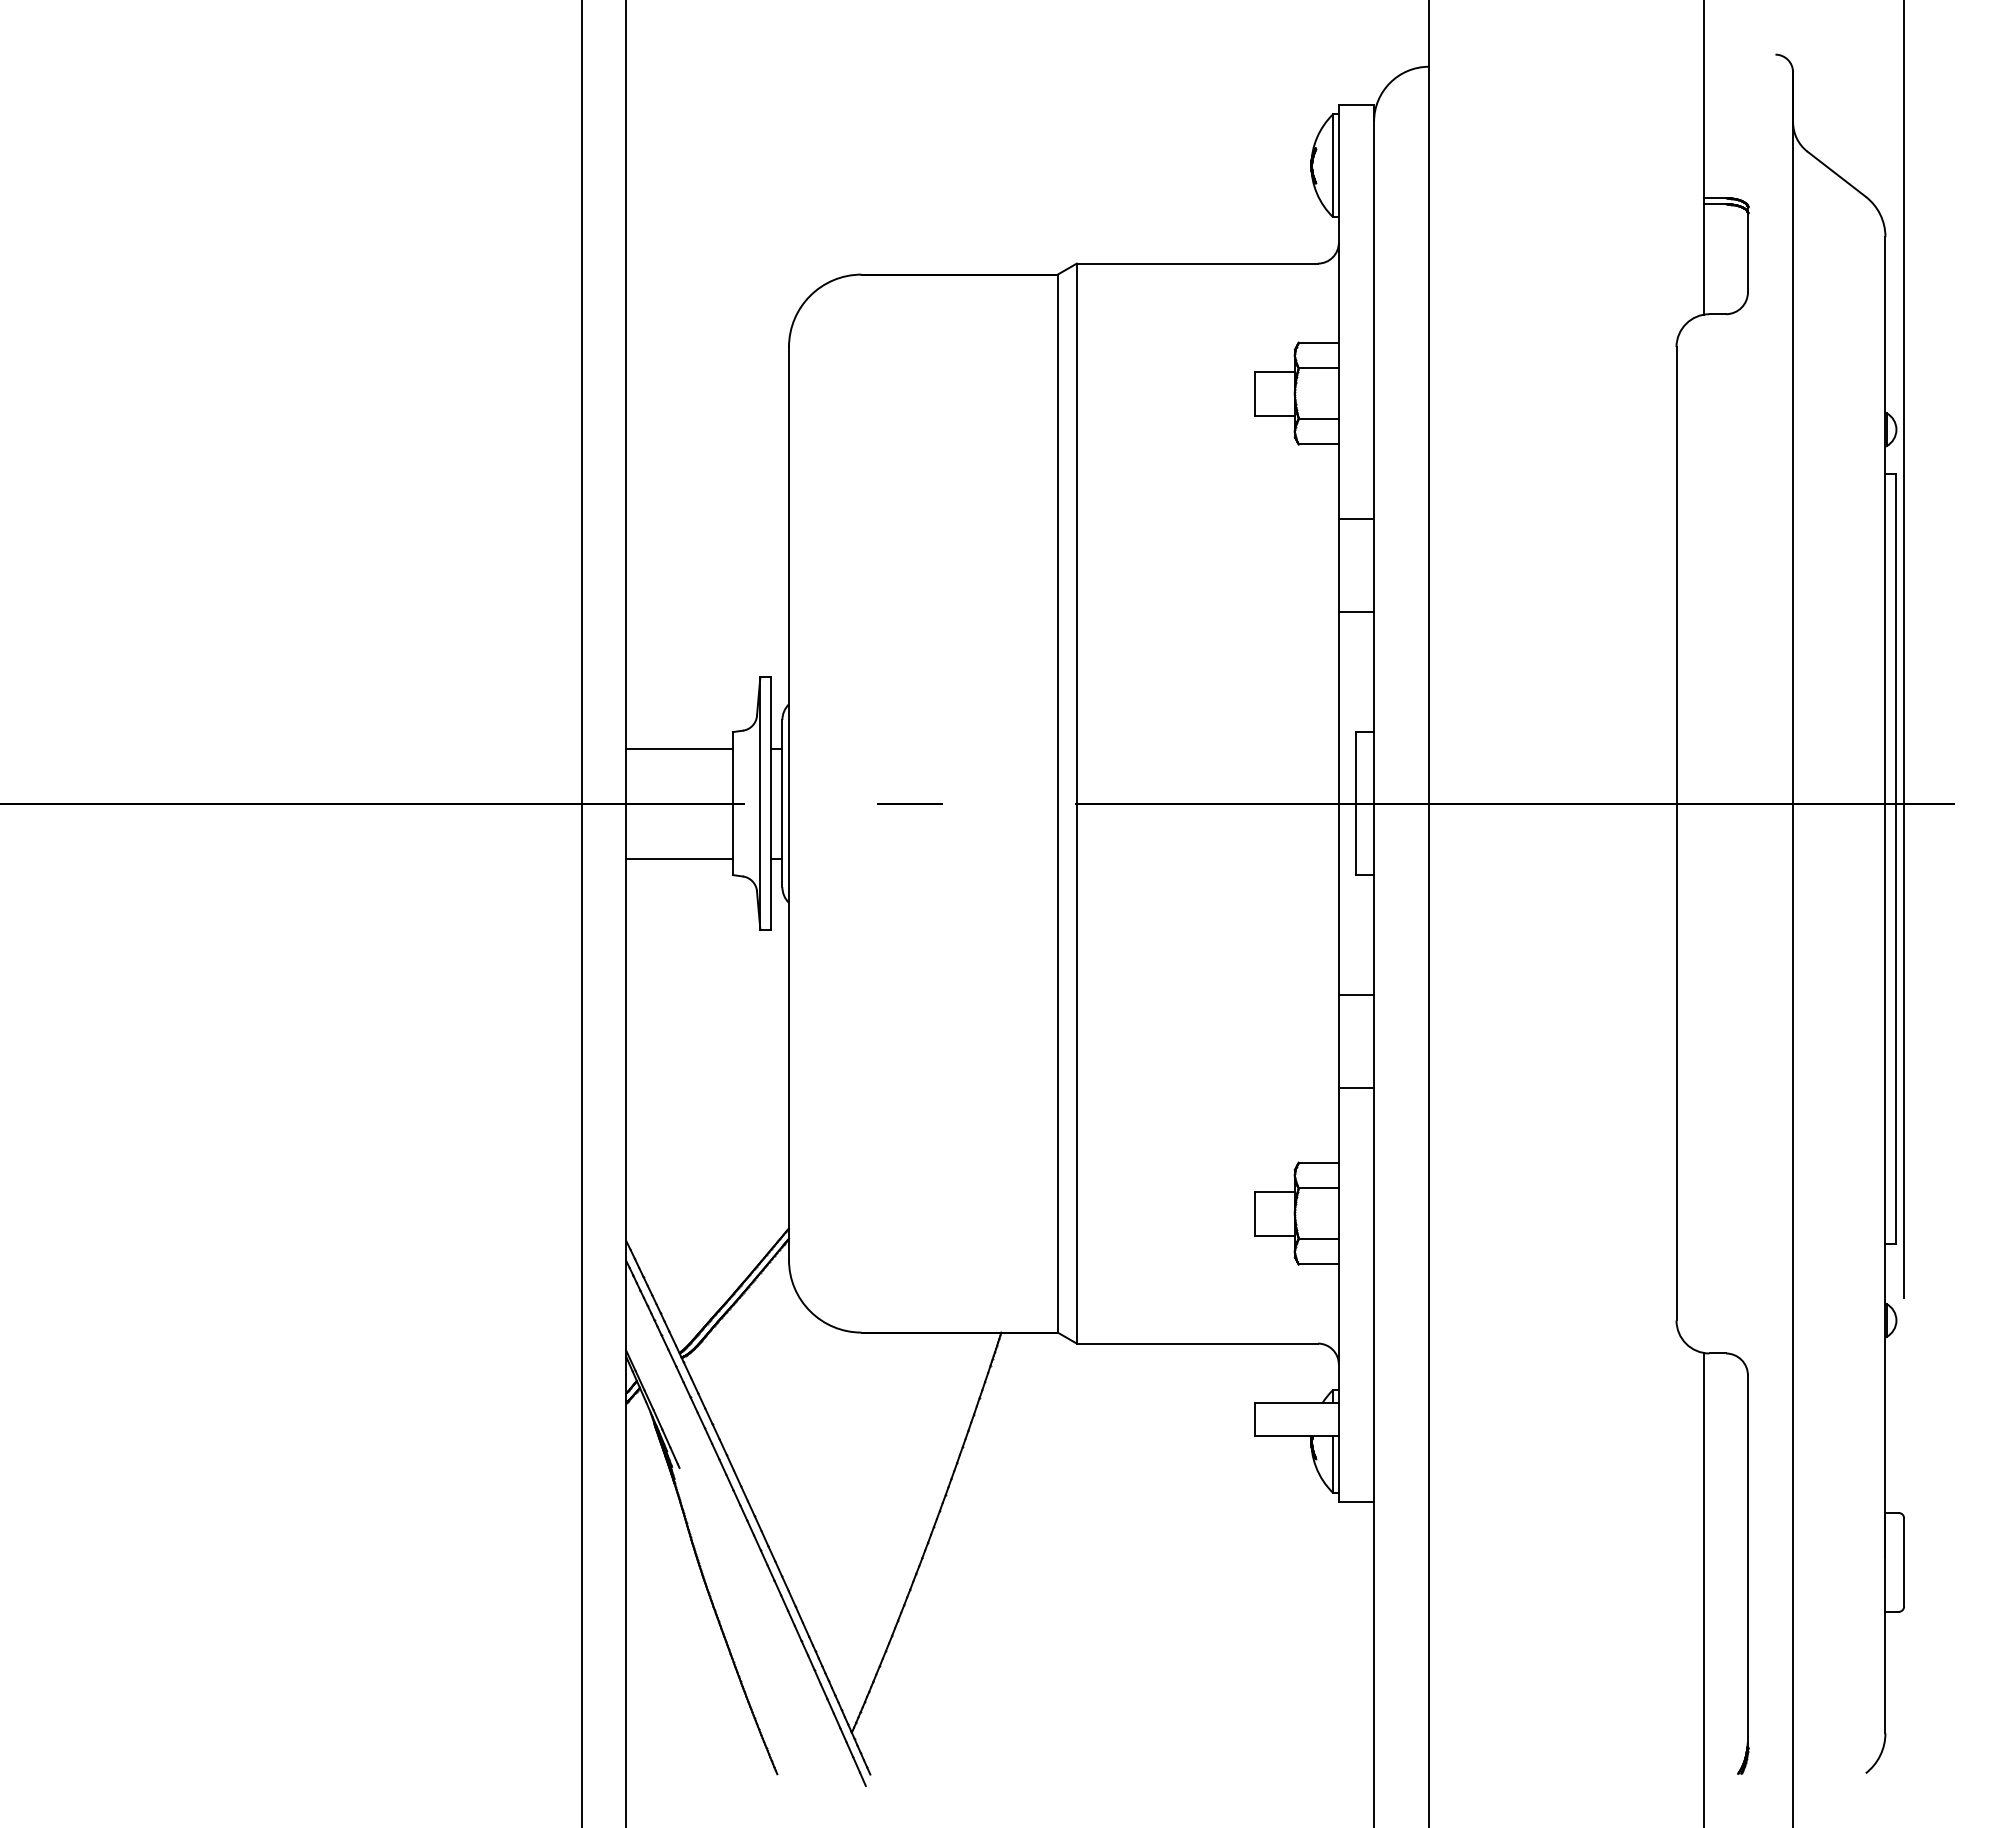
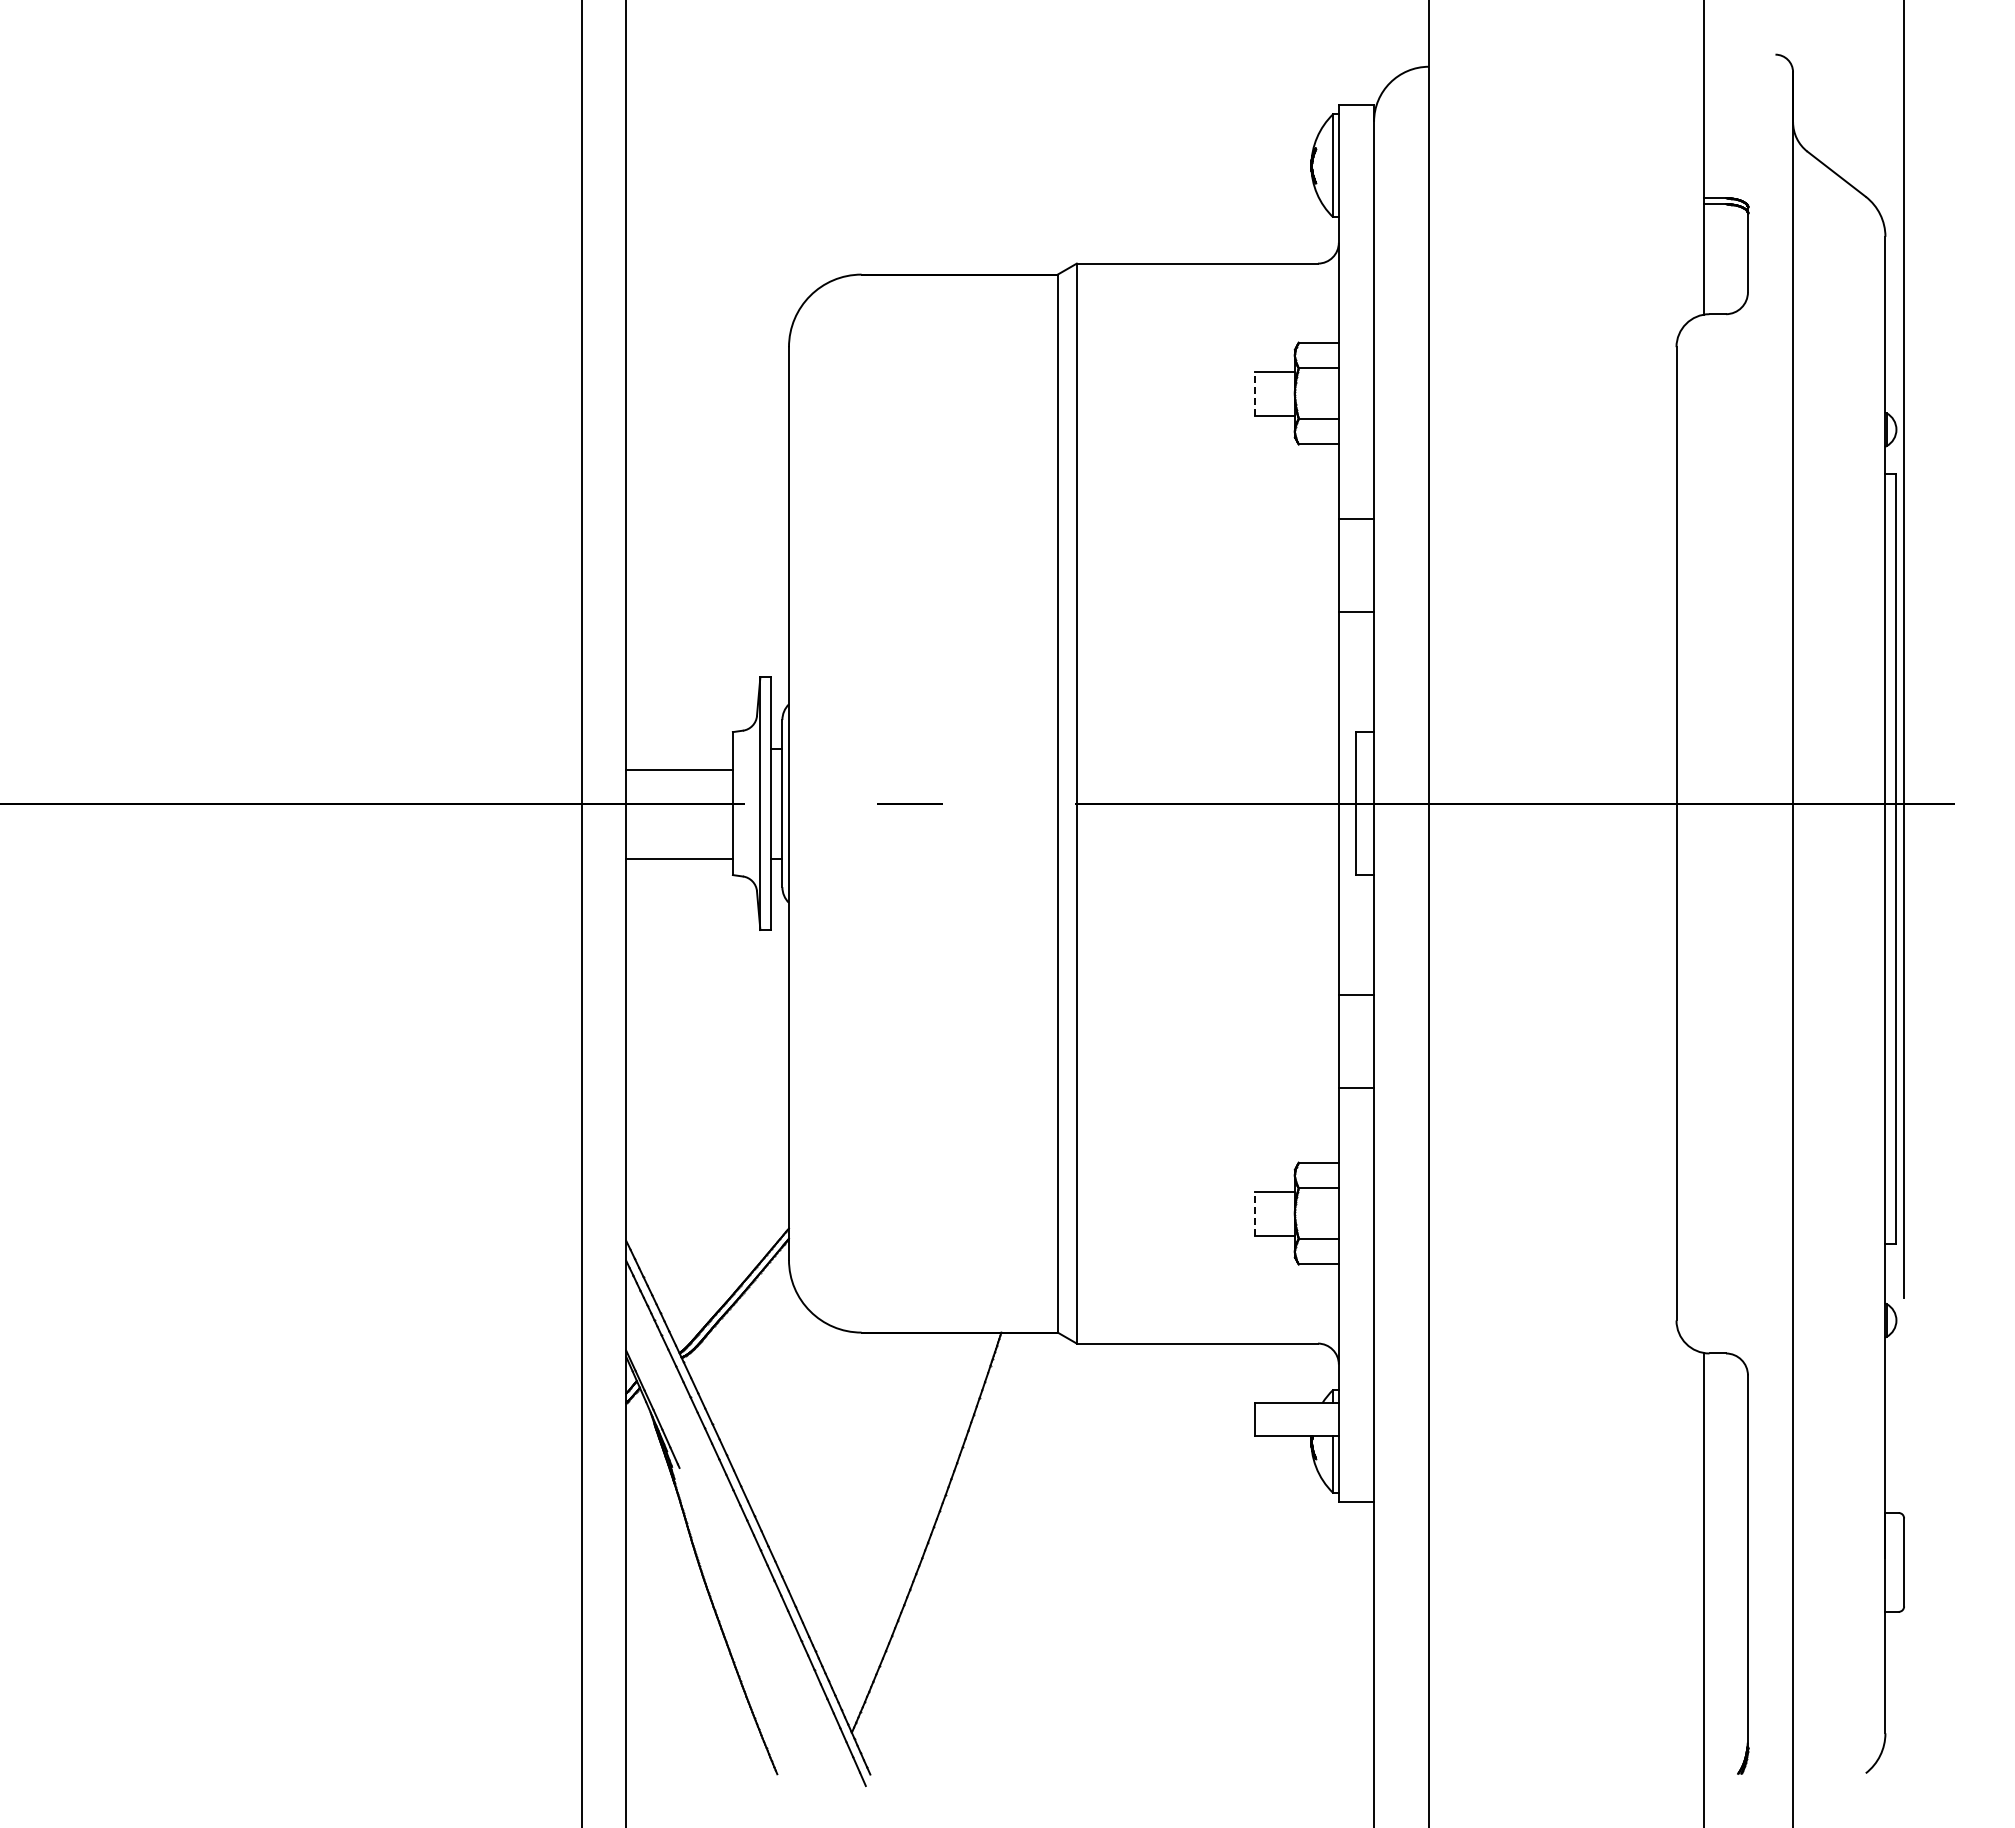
line at (1255, 393): solid -> dashed
line at (679, 748) position: (679, 748) -> (679, 769)
line at (1255, 1213): solid -> dashed
